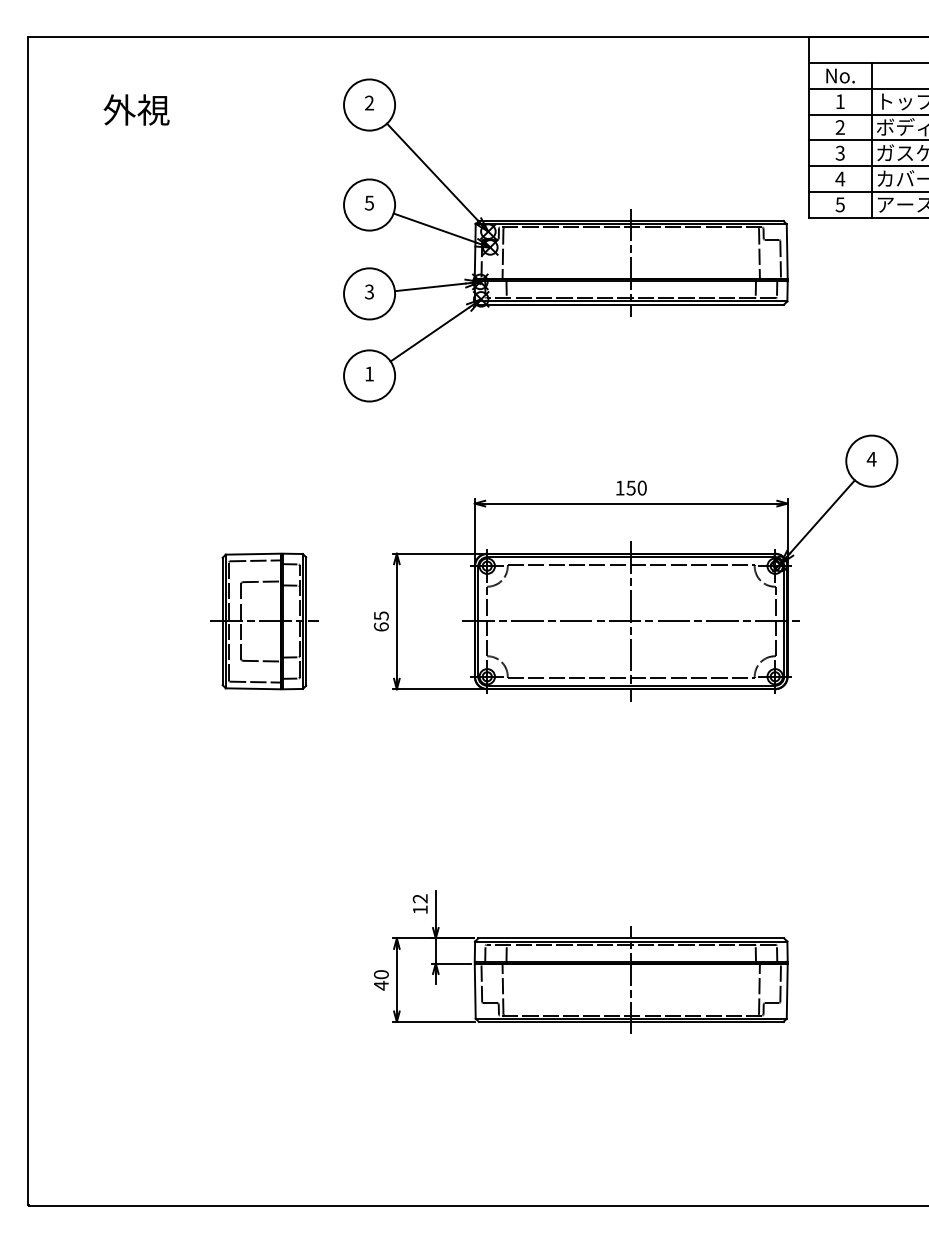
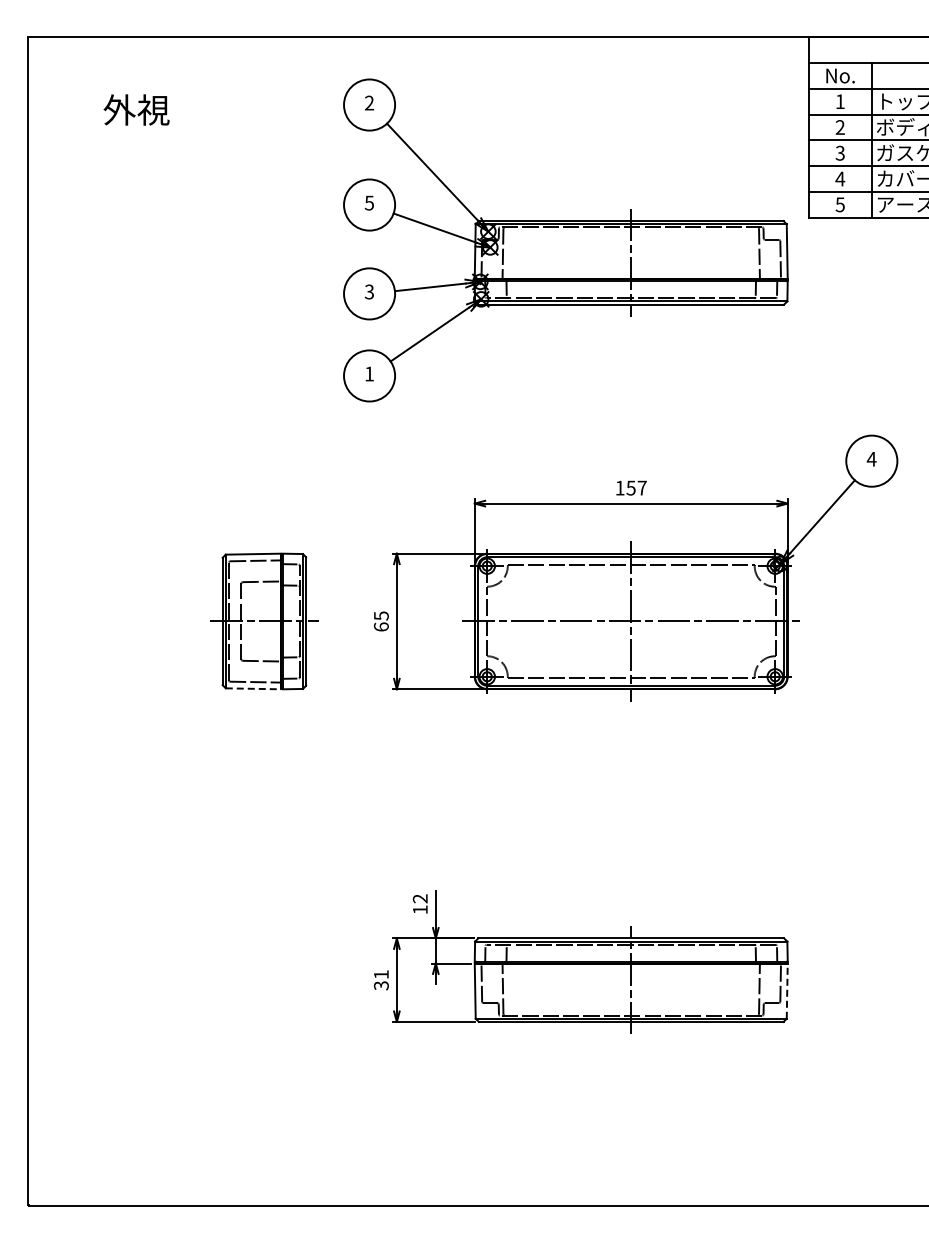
text at (641, 487): 150 -> 157
line at (253, 688): solid -> dashed
text at (380, 980): 40 -> 31
line at (787, 991): solid -> dashed
